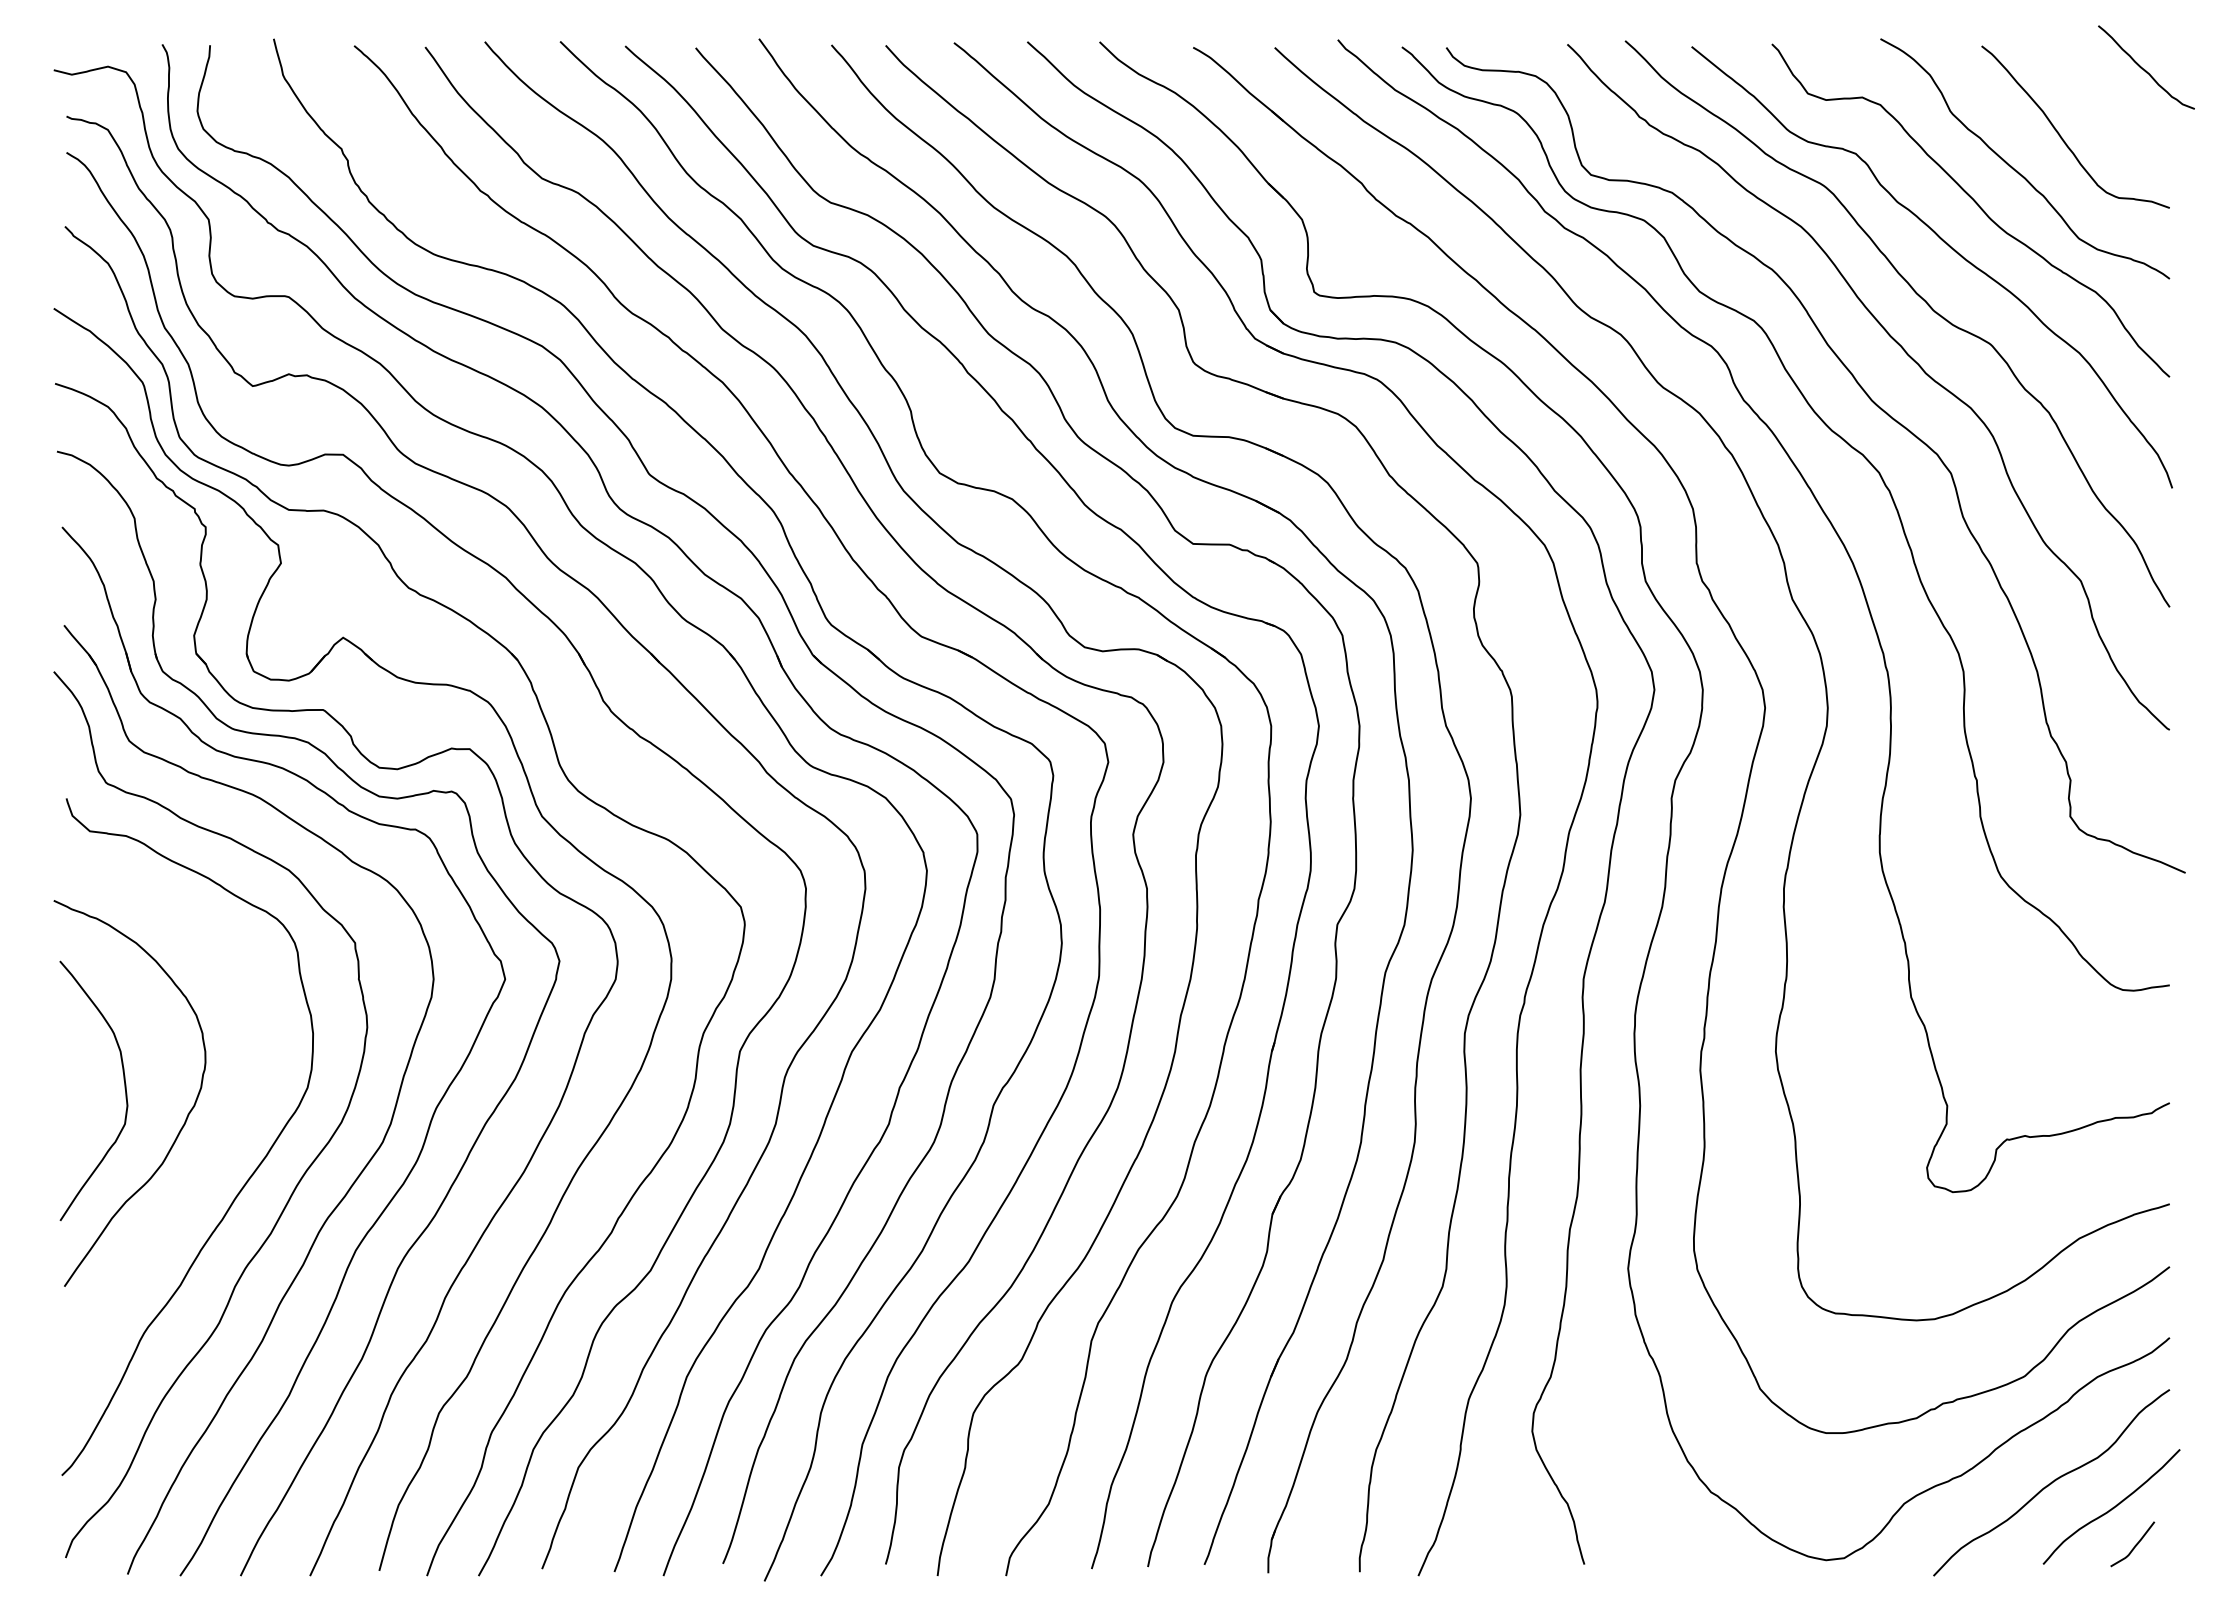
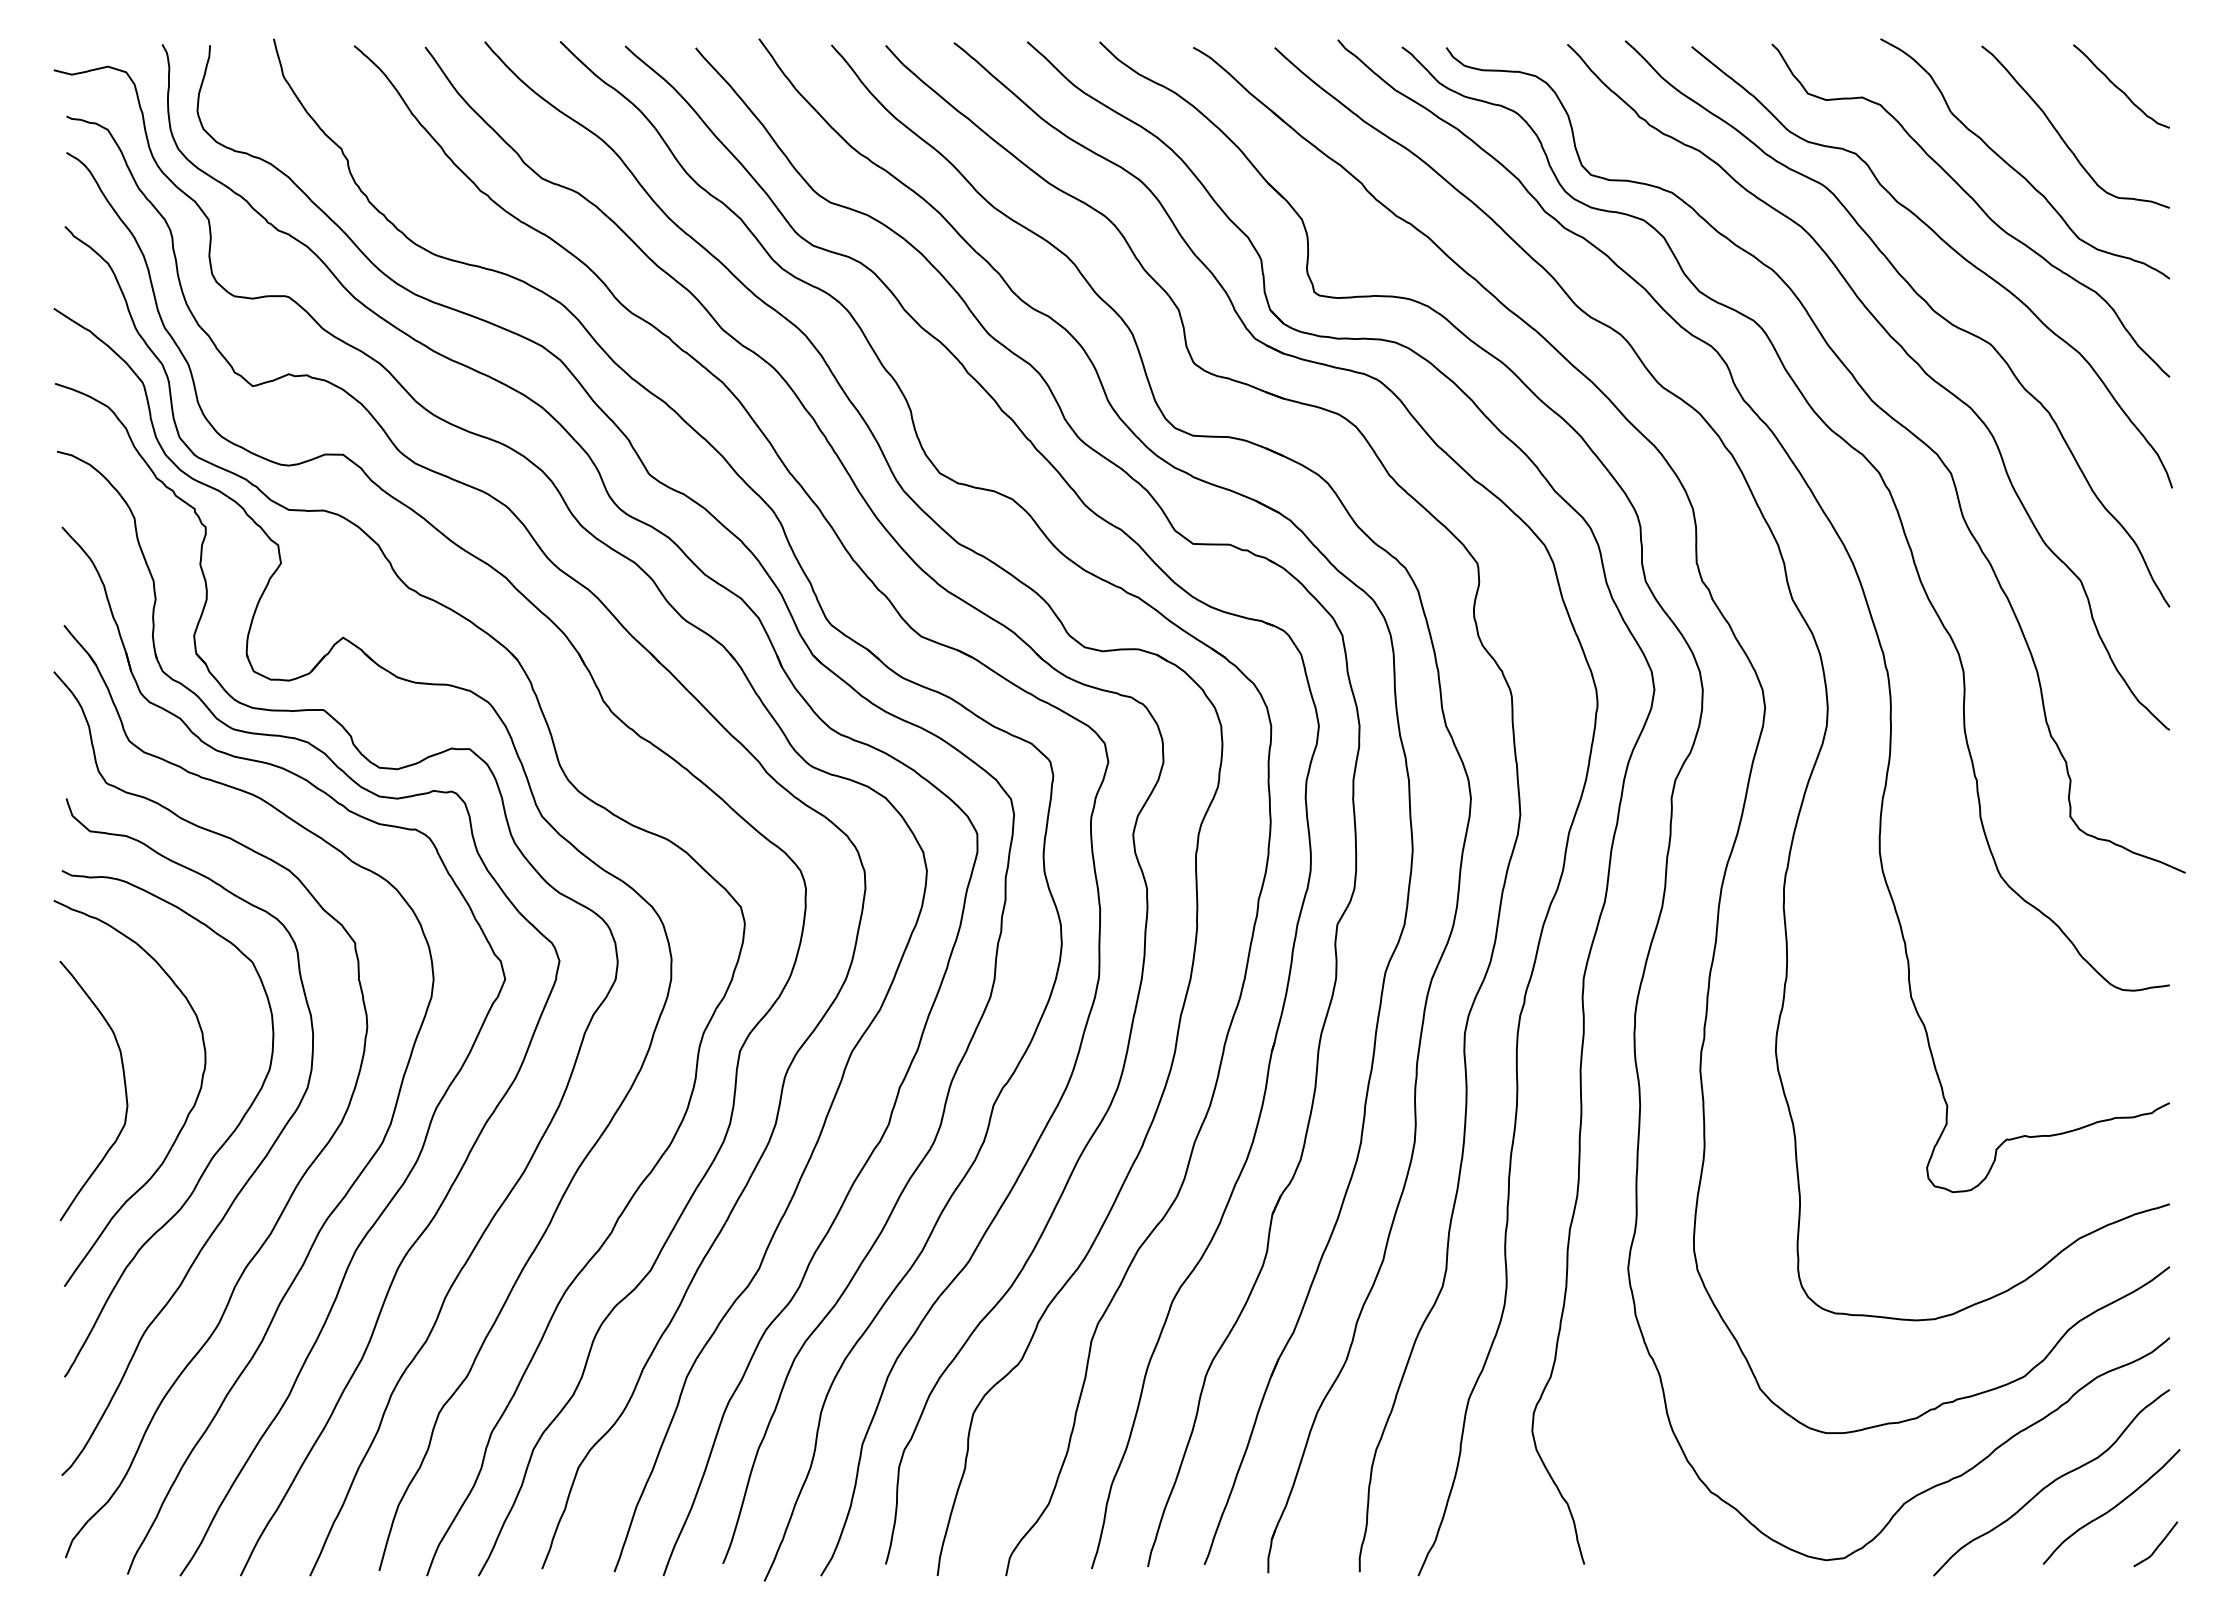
curve at (2145, 69) position: (2145, 69) -> (2120, 88)
curve at (211, 1157): none -> present
curve at (2134, 1545) position: (2134, 1545) -> (2157, 1545)
